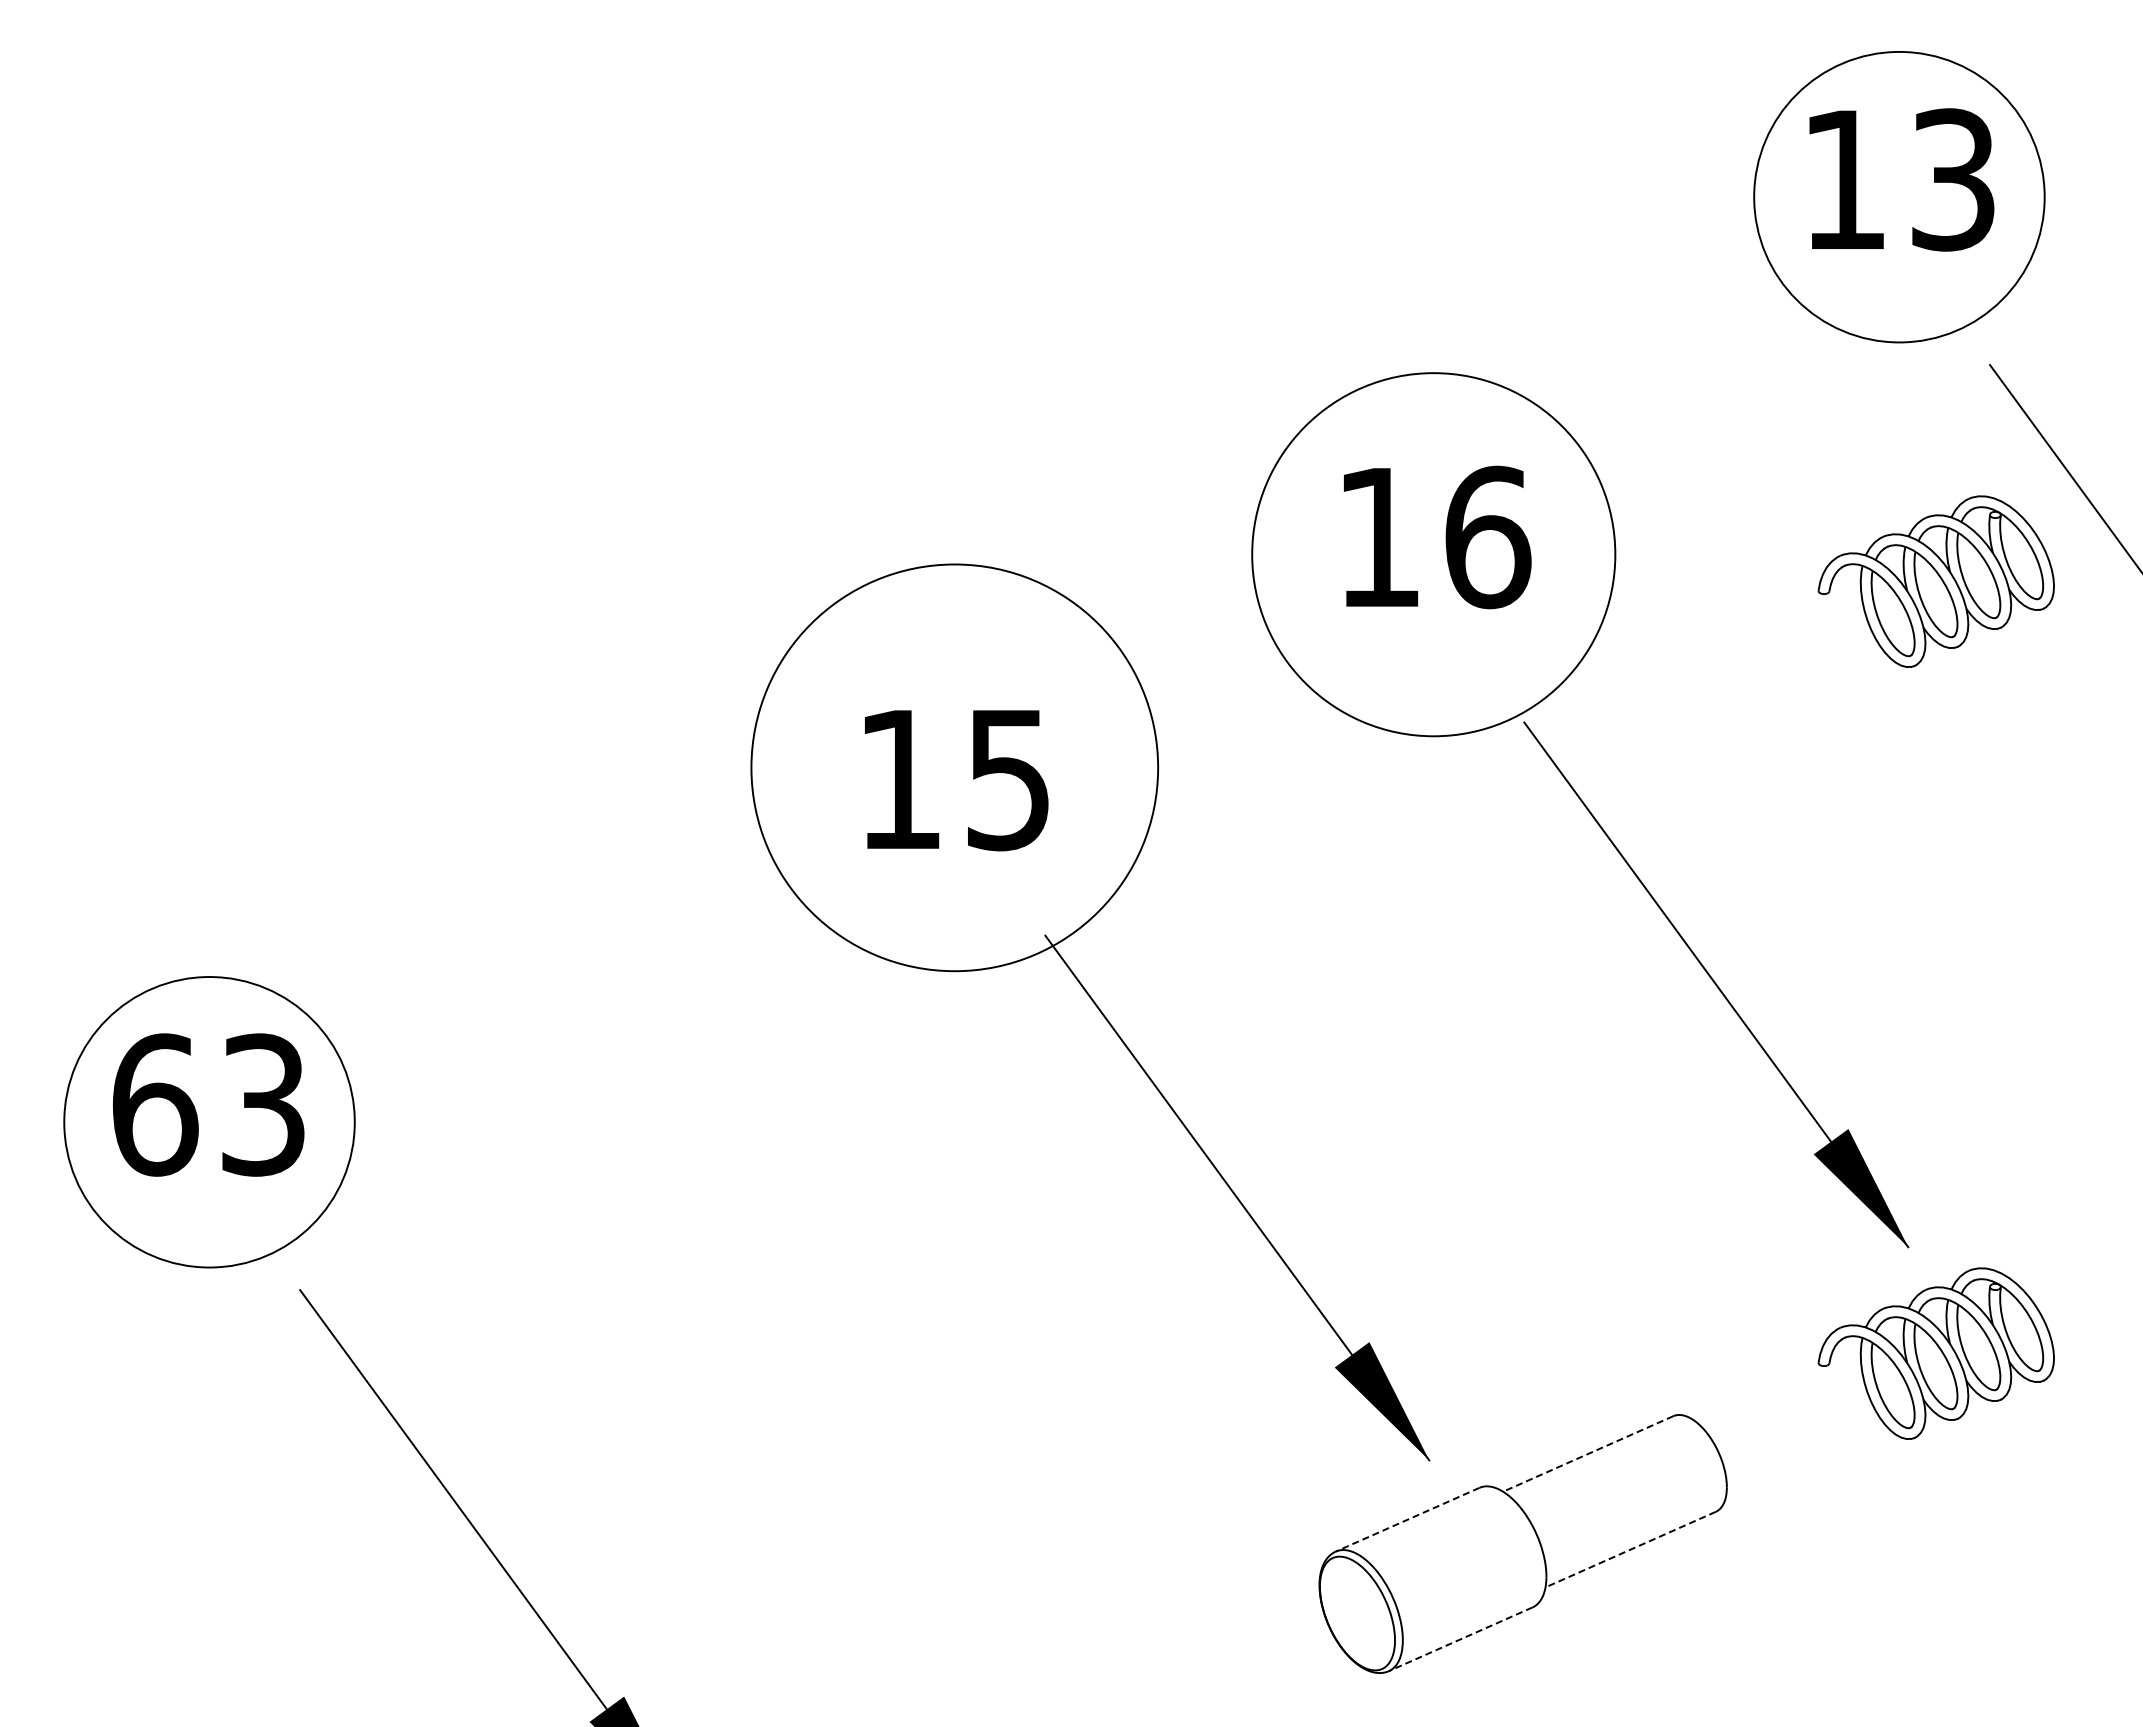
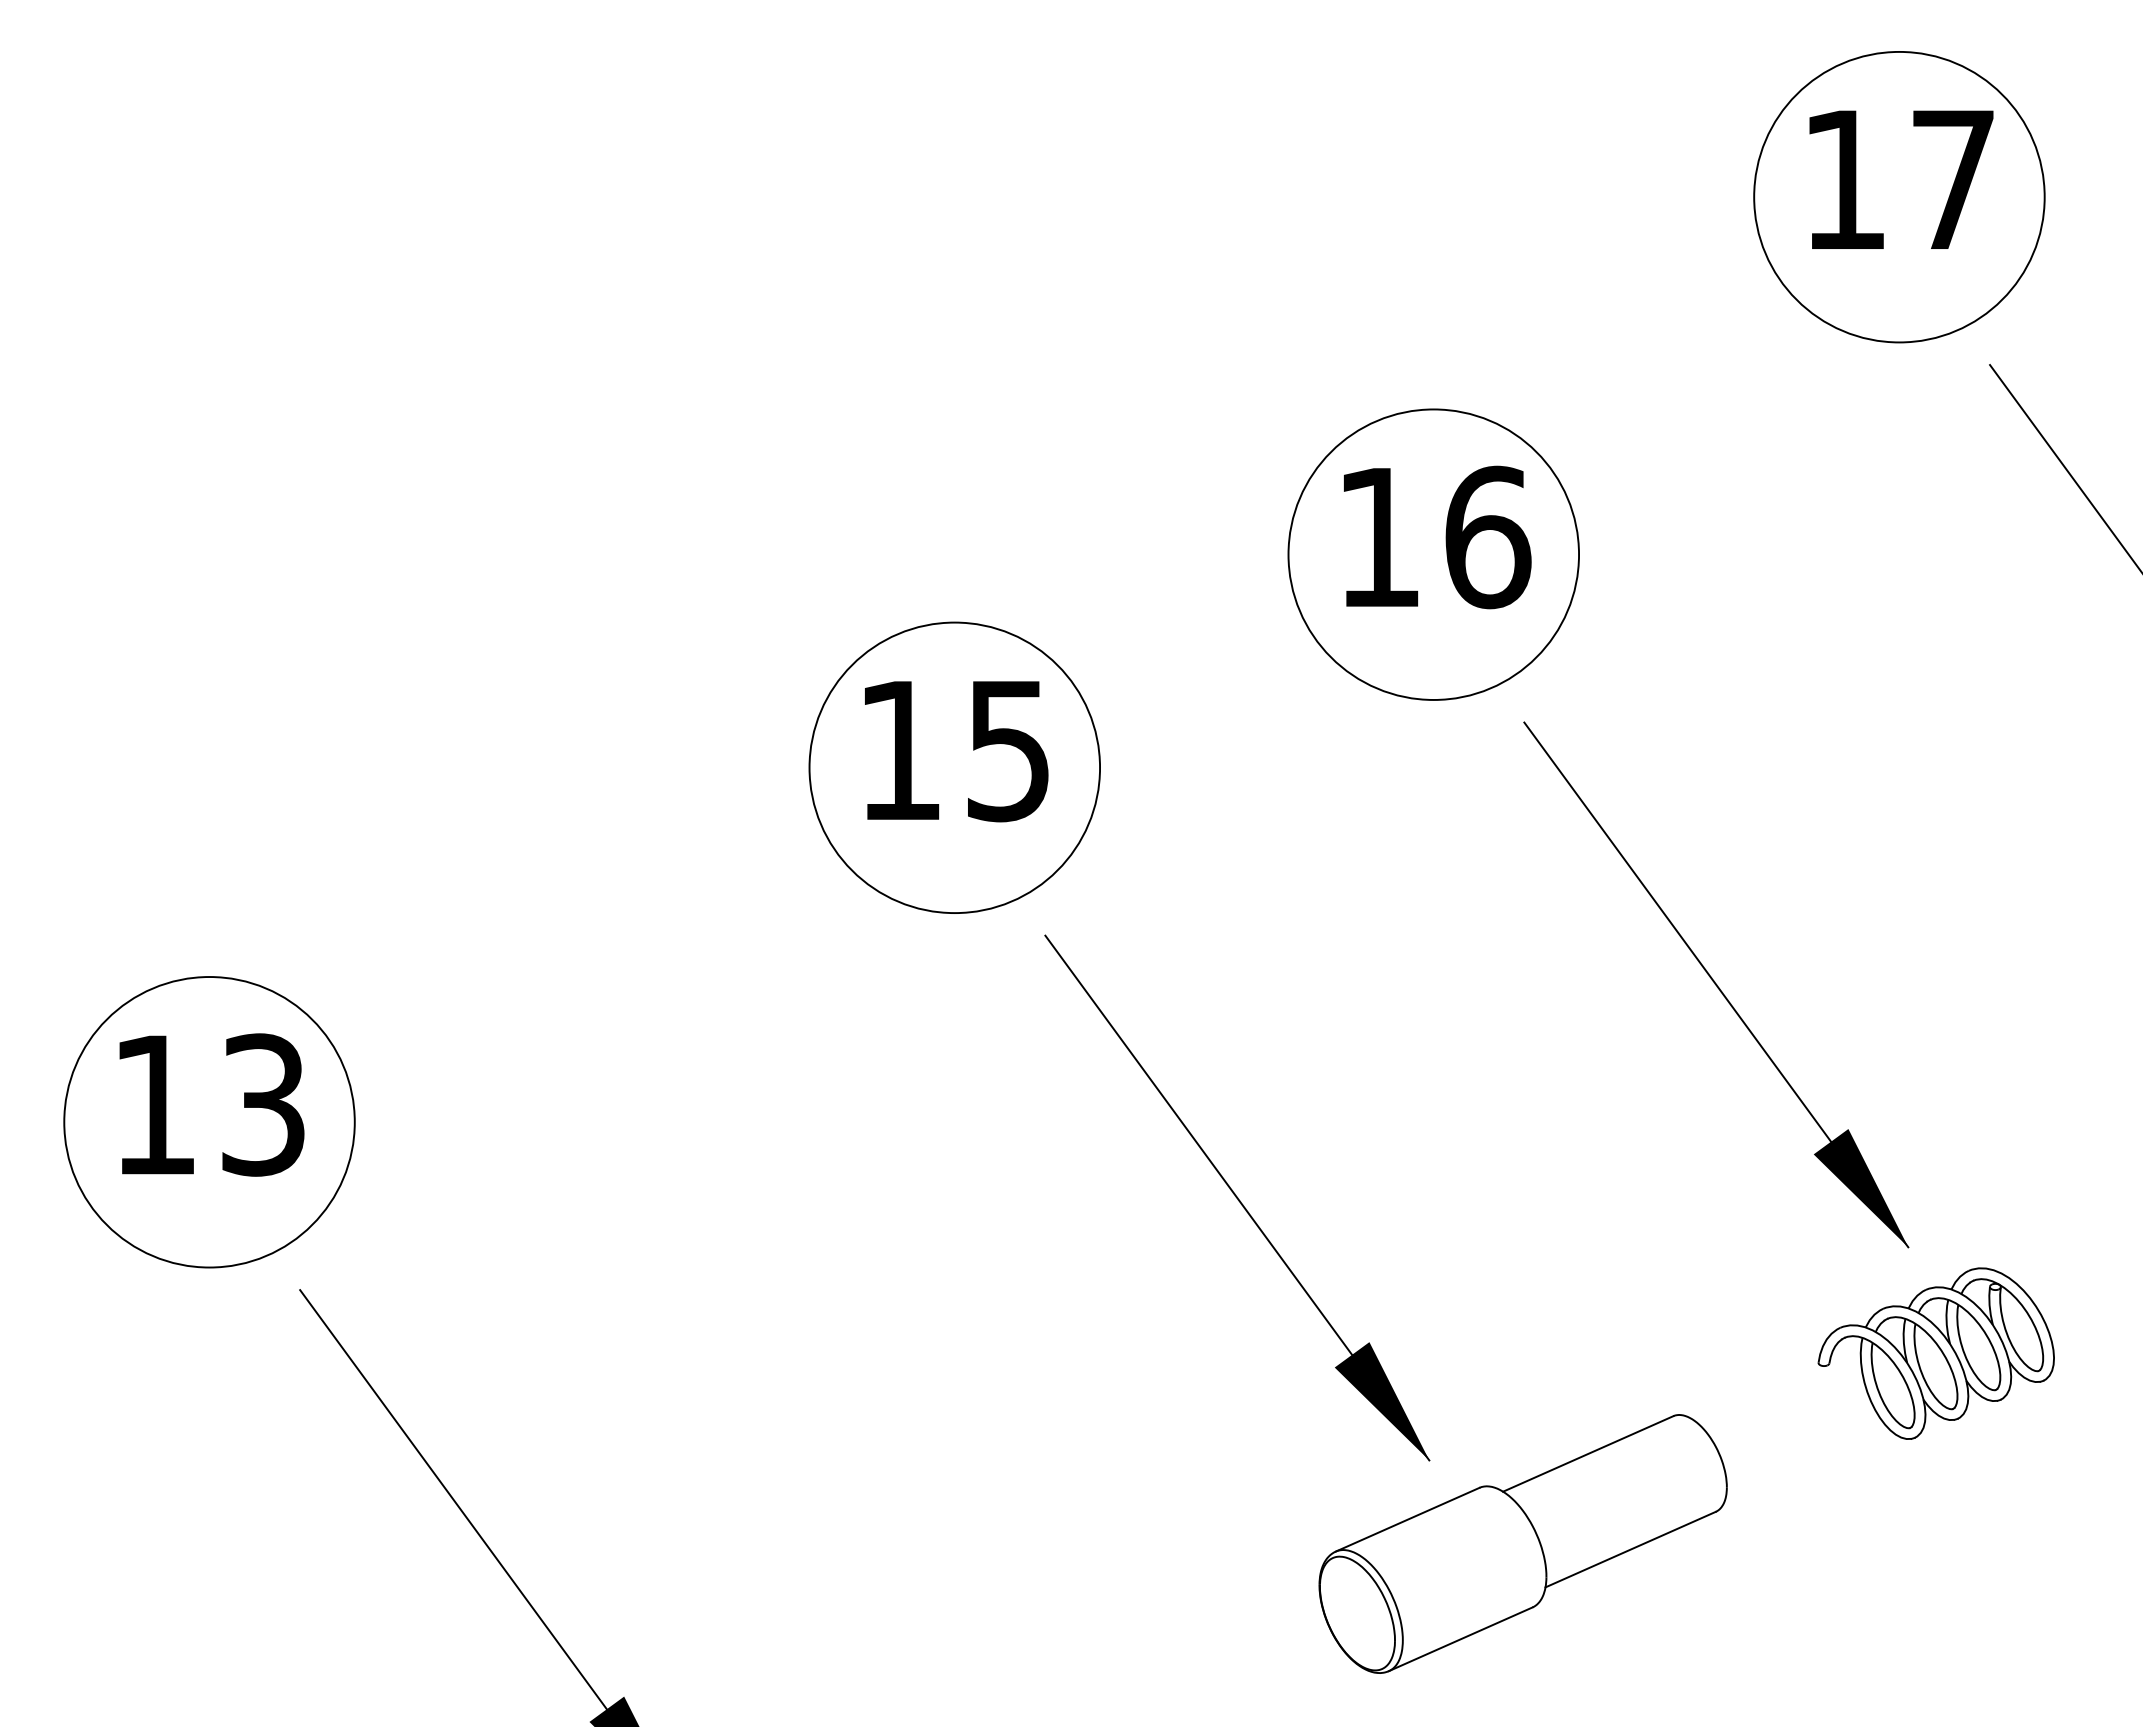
text at (1953, 179): 13 -> 17
circle at (1433, 554) diameter: 363 px -> 291 px
part at (1935, 581): present -> none
circle at (954, 767) diameter: 407 px -> 291 px
text at (956, 780) position: (956, 780) -> (956, 751)
text at (155, 1104): 63 -> 13
line at (1587, 1454): dashed -> solid
line at (1407, 1519): dashed -> solid
line at (1630, 1549): dashed -> solid
line at (1460, 1639): dashed -> solid
